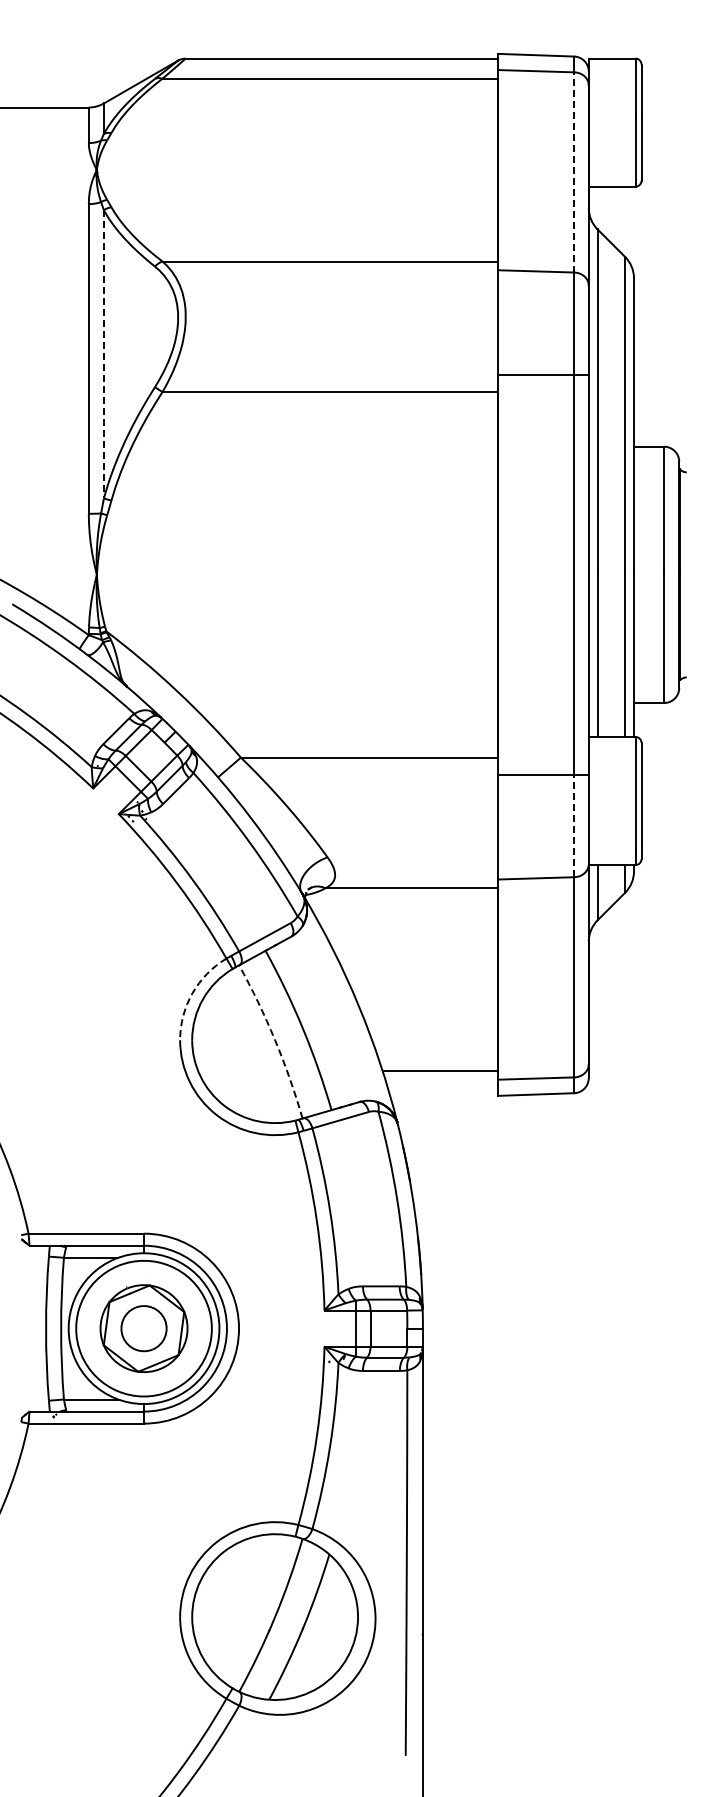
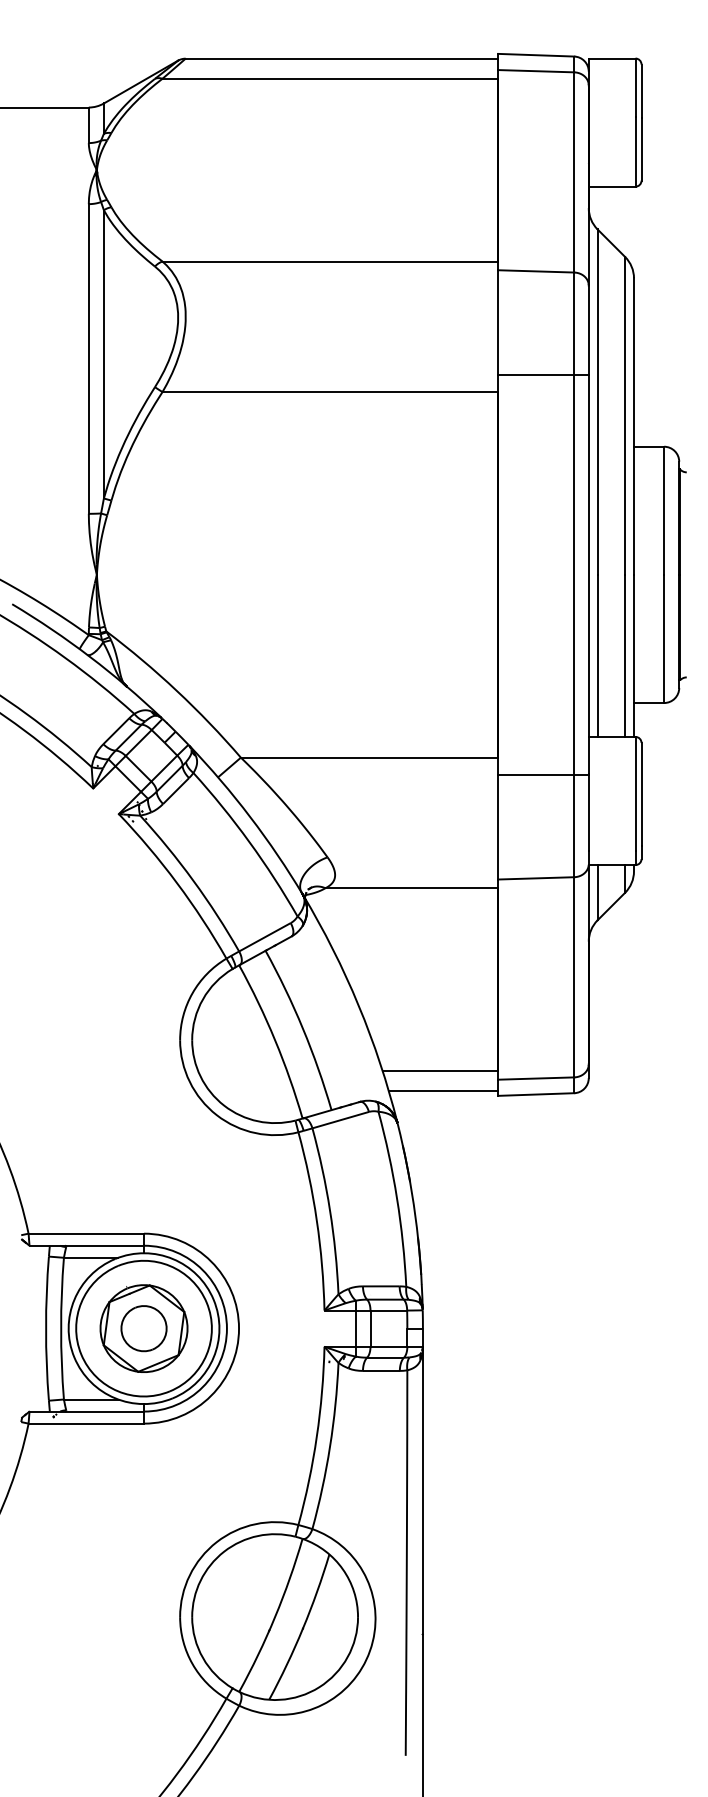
line at (574, 171): dashed -> solid
line at (103, 354): dashed -> solid
line at (574, 825): dashed -> solid
arc at (192, 993): dashed -> solid
arc at (275, 1040): dashed -> solid
line at (443, 1091): none -> present
